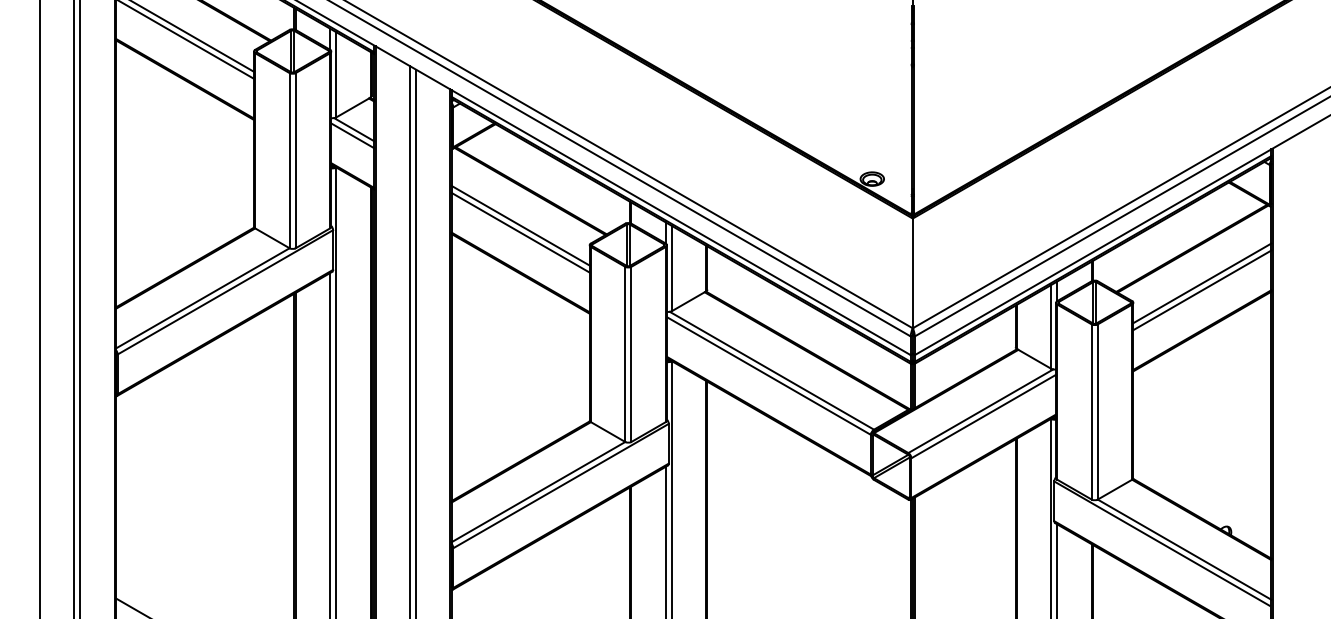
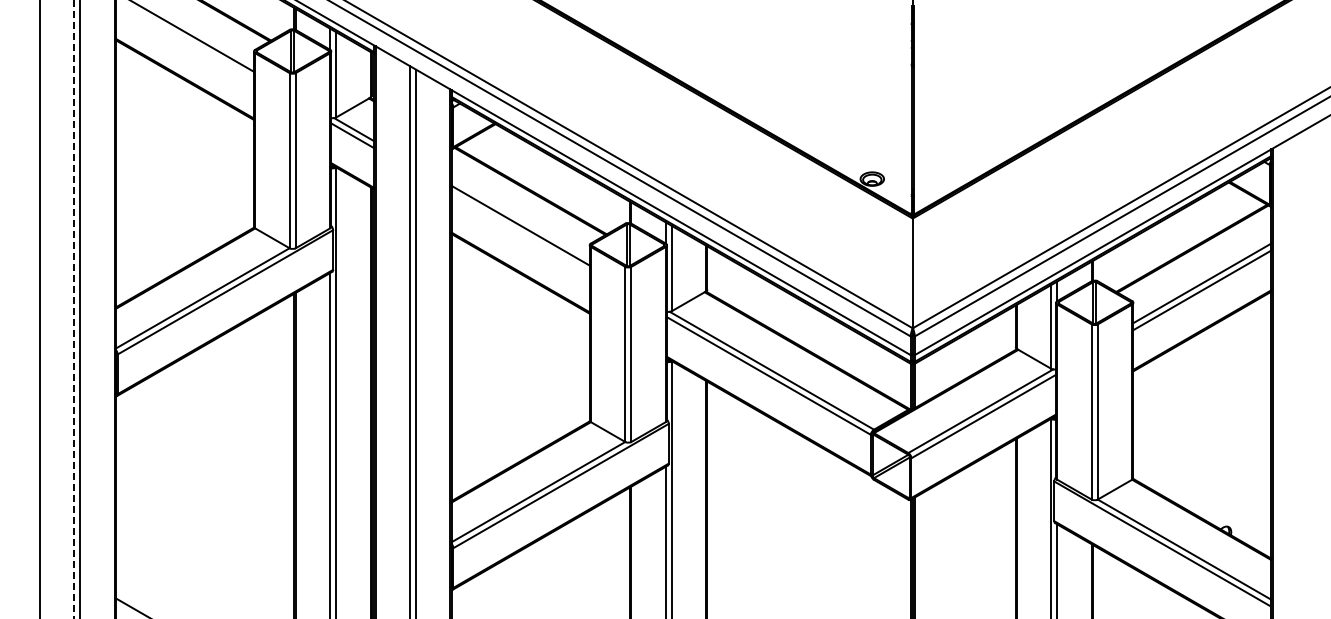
line at (187, 40): present -> none
line at (520, 232): present -> none
line at (74, 309): solid -> dashed
